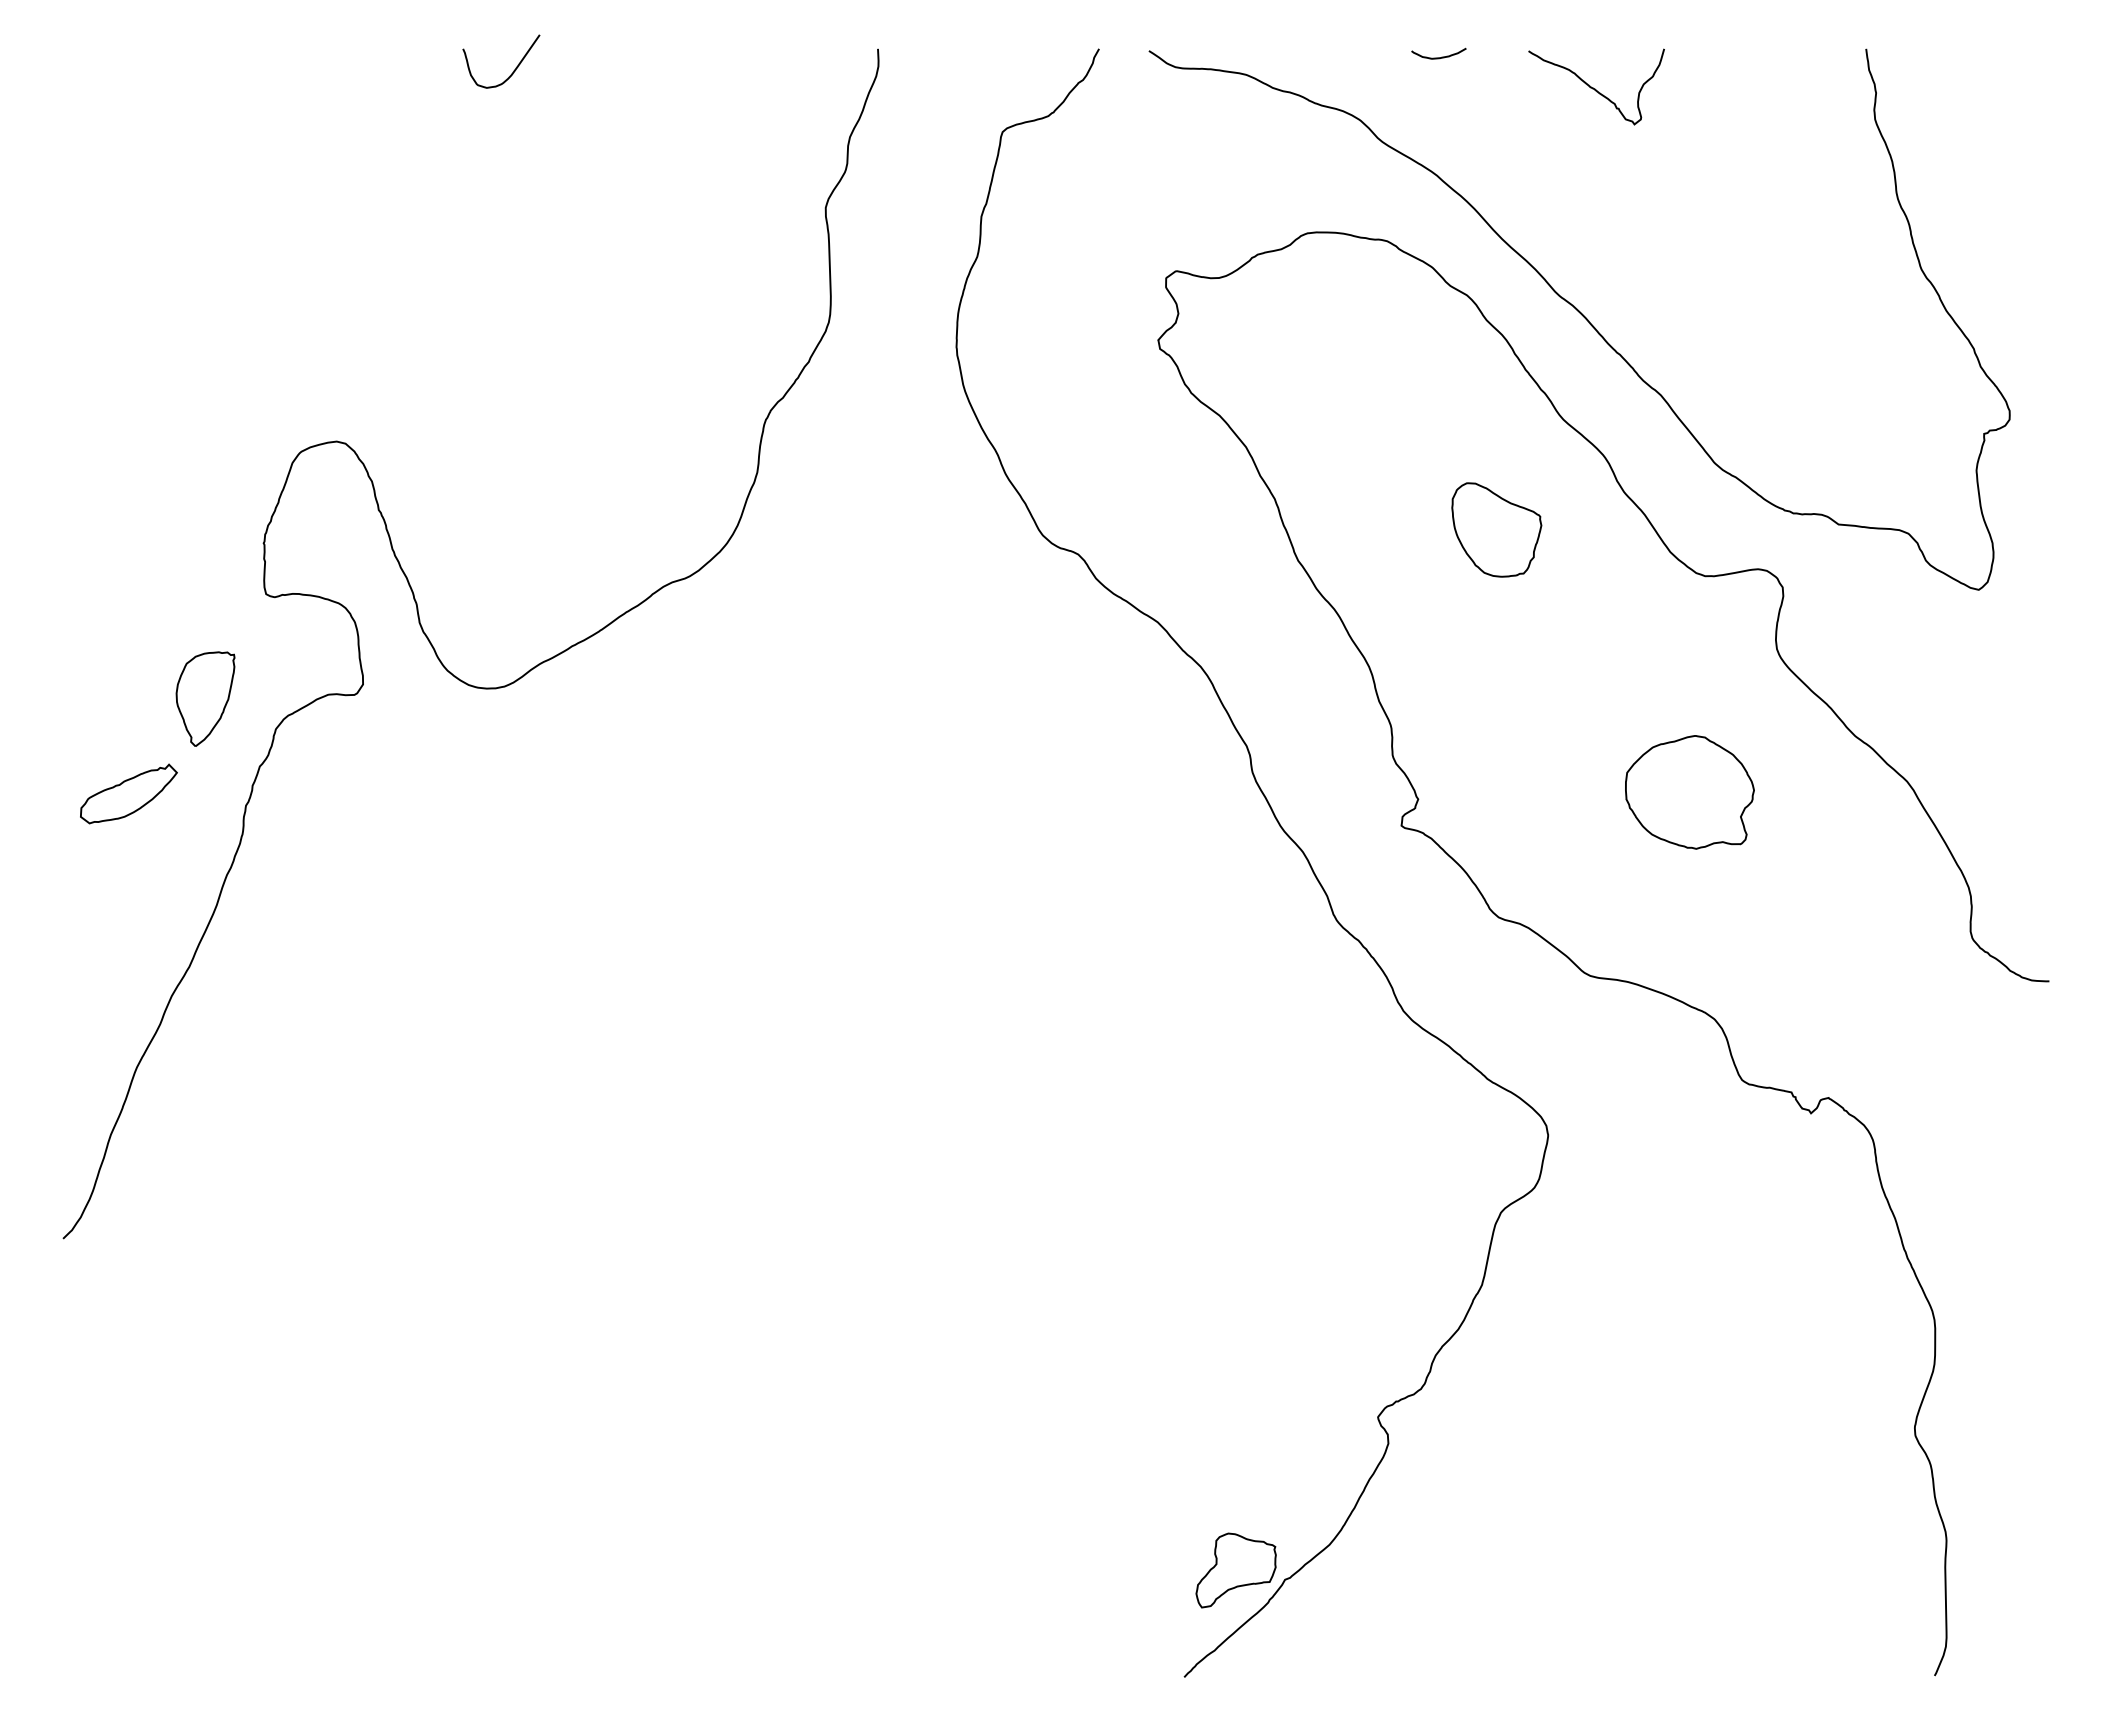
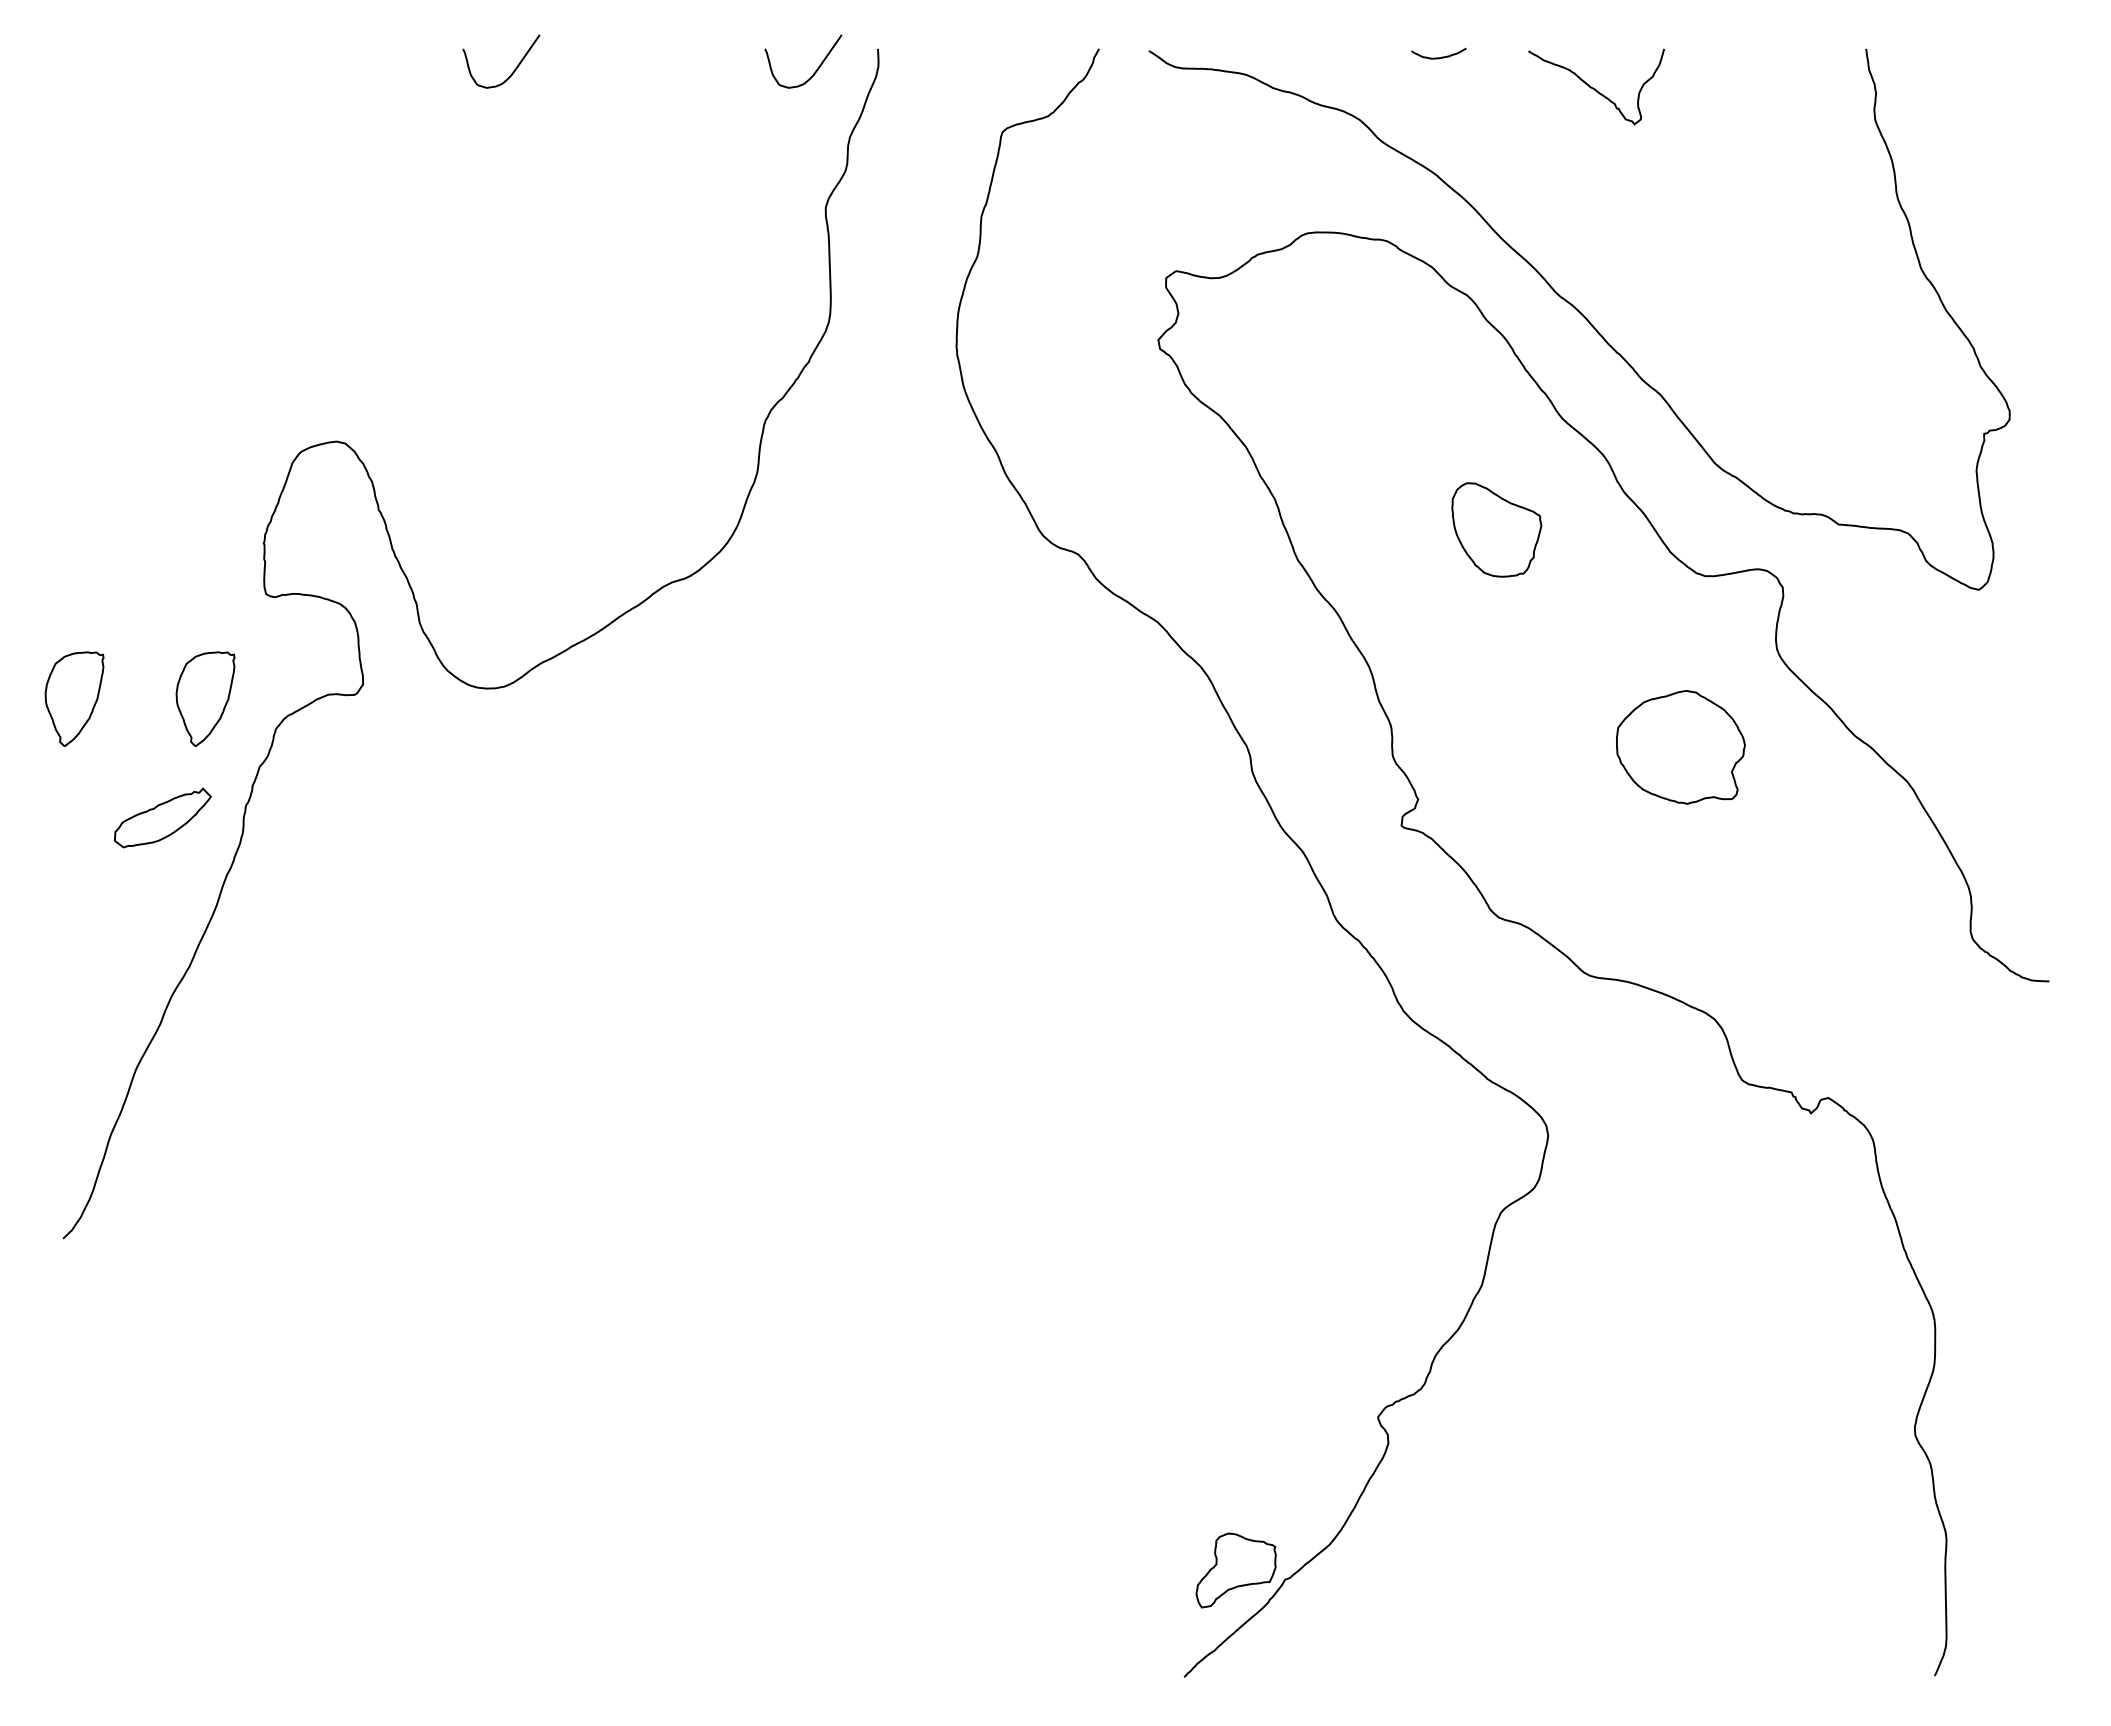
curve at (815, 70): none -> present
part at (74, 698): none -> present
part at (1689, 792) position: (1689, 792) -> (1680, 747)
part at (128, 793) position: (128, 793) -> (162, 817)
